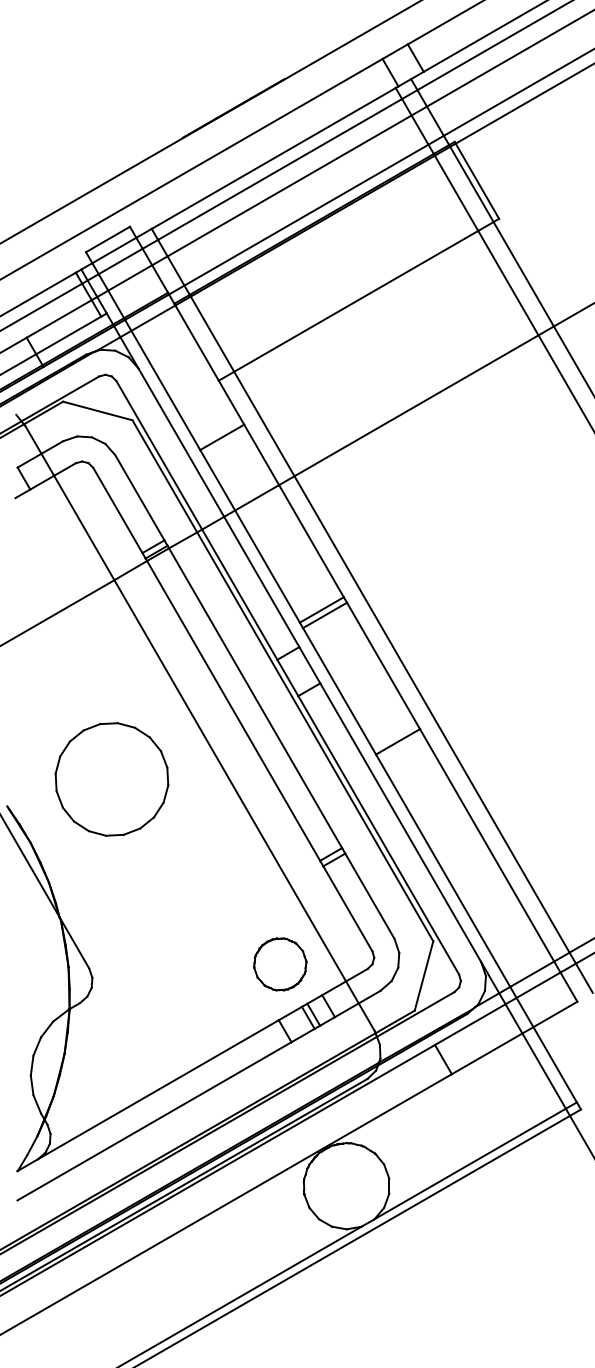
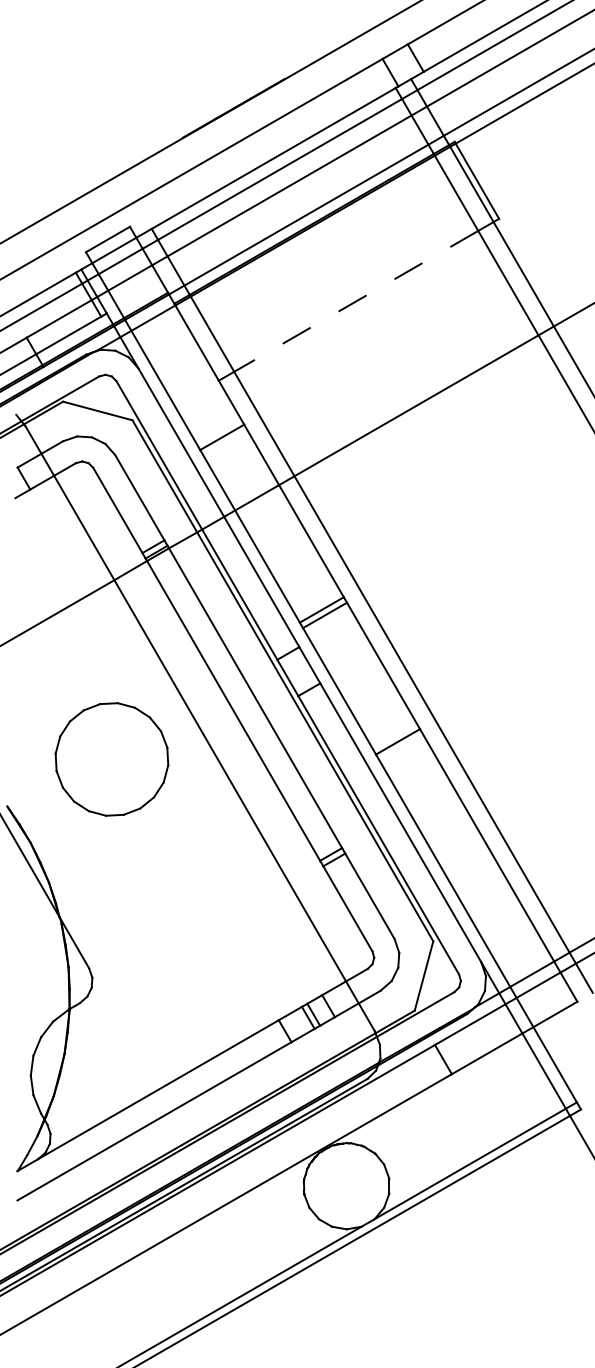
line at (356, 301): solid -> dashed
part at (111, 779) position: (111, 779) -> (111, 759)
part at (280, 964): present -> none
